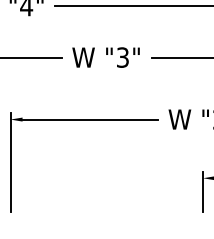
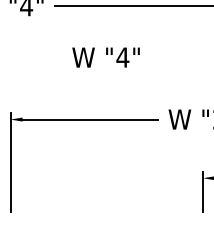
line at (31, 57): present -> none
text at (122, 57): "3" -> "4"
line at (180, 57): present -> none
